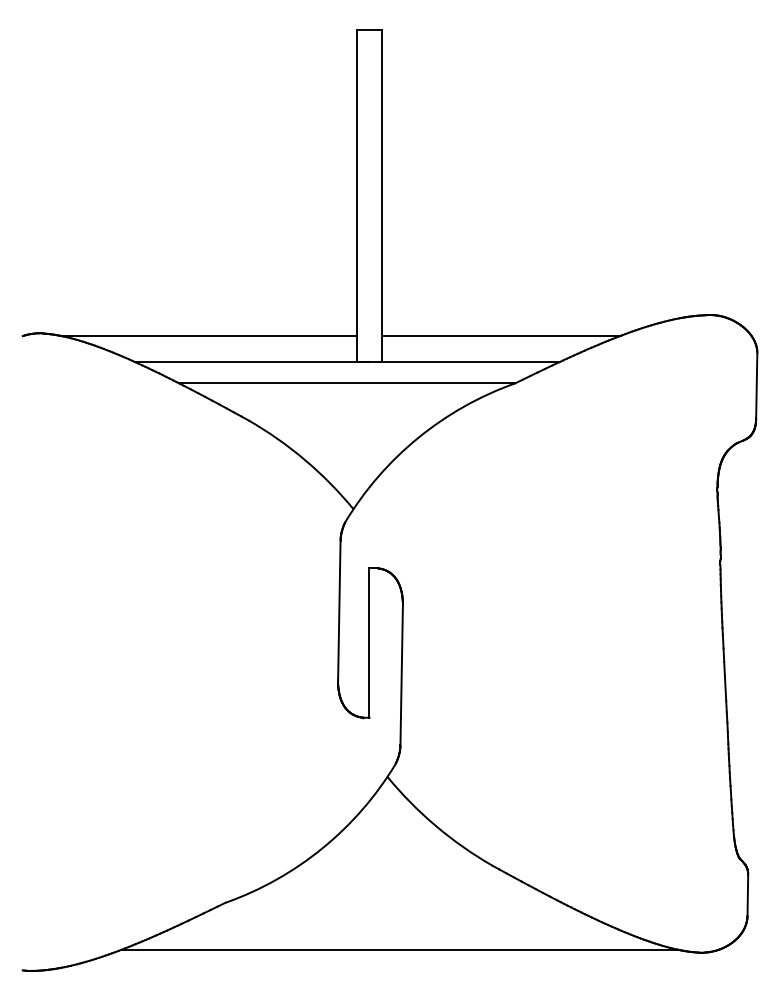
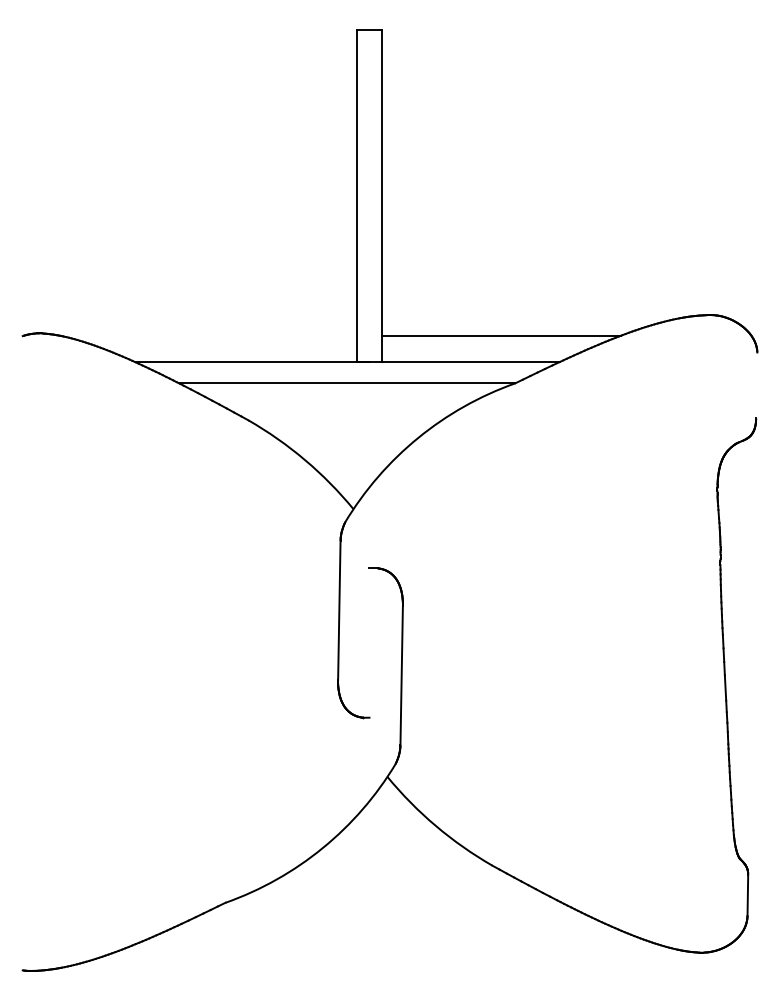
line at (208, 335): present -> none
line at (756, 385): present -> none
line at (369, 642): present -> none
line at (399, 949): present -> none
